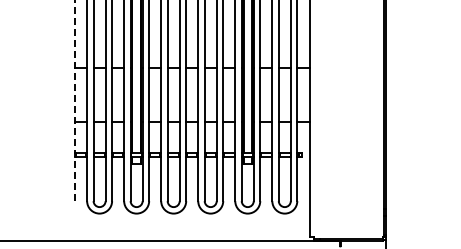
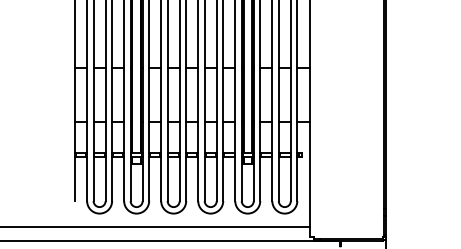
line at (75, 100): dashed -> solid
line at (156, 226): none -> present
